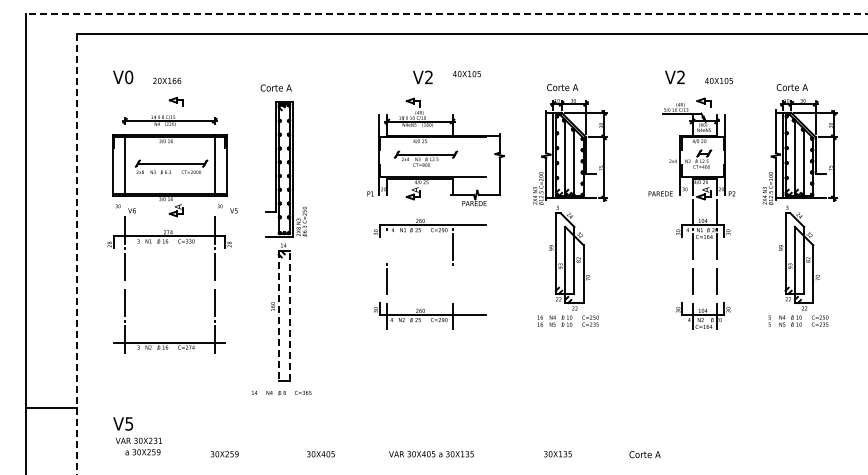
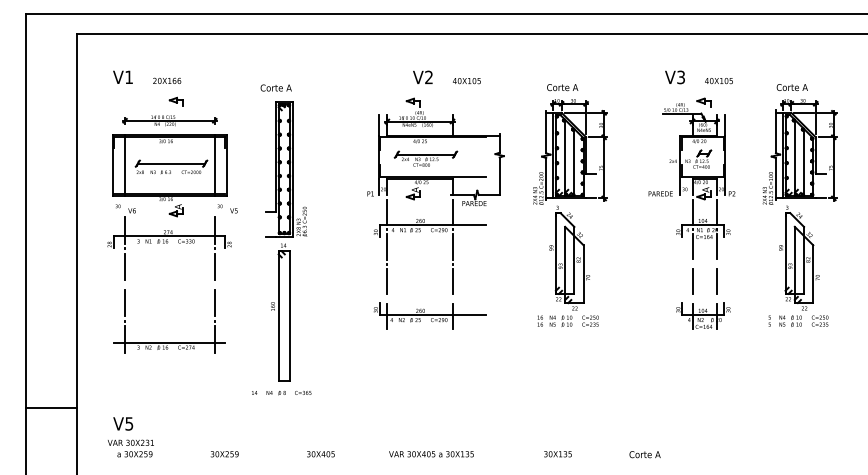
line at (446, 14): dashed -> solid
text at (466, 74) position: (466, 74) -> (466, 81)
text at (129, 77): V0 -> V1
text at (680, 77): V2 -> V3
line at (387, 211): none -> present
line at (452, 211): none -> present
line at (387, 246): none -> present
line at (77, 254): dashed -> solid
line at (452, 281): none -> present
line at (290, 315): dashed -> solid
line at (278, 316): dashed -> solid
text at (138, 446) position: (138, 446) -> (130, 448)
